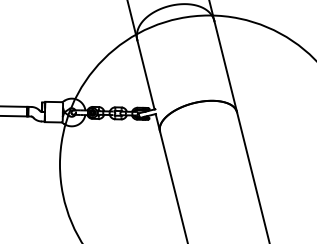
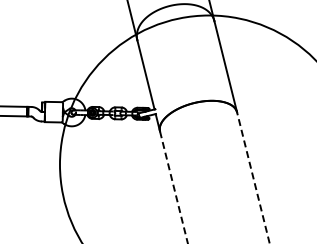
line at (253, 177): solid -> dashed
line at (173, 187): solid -> dashed
